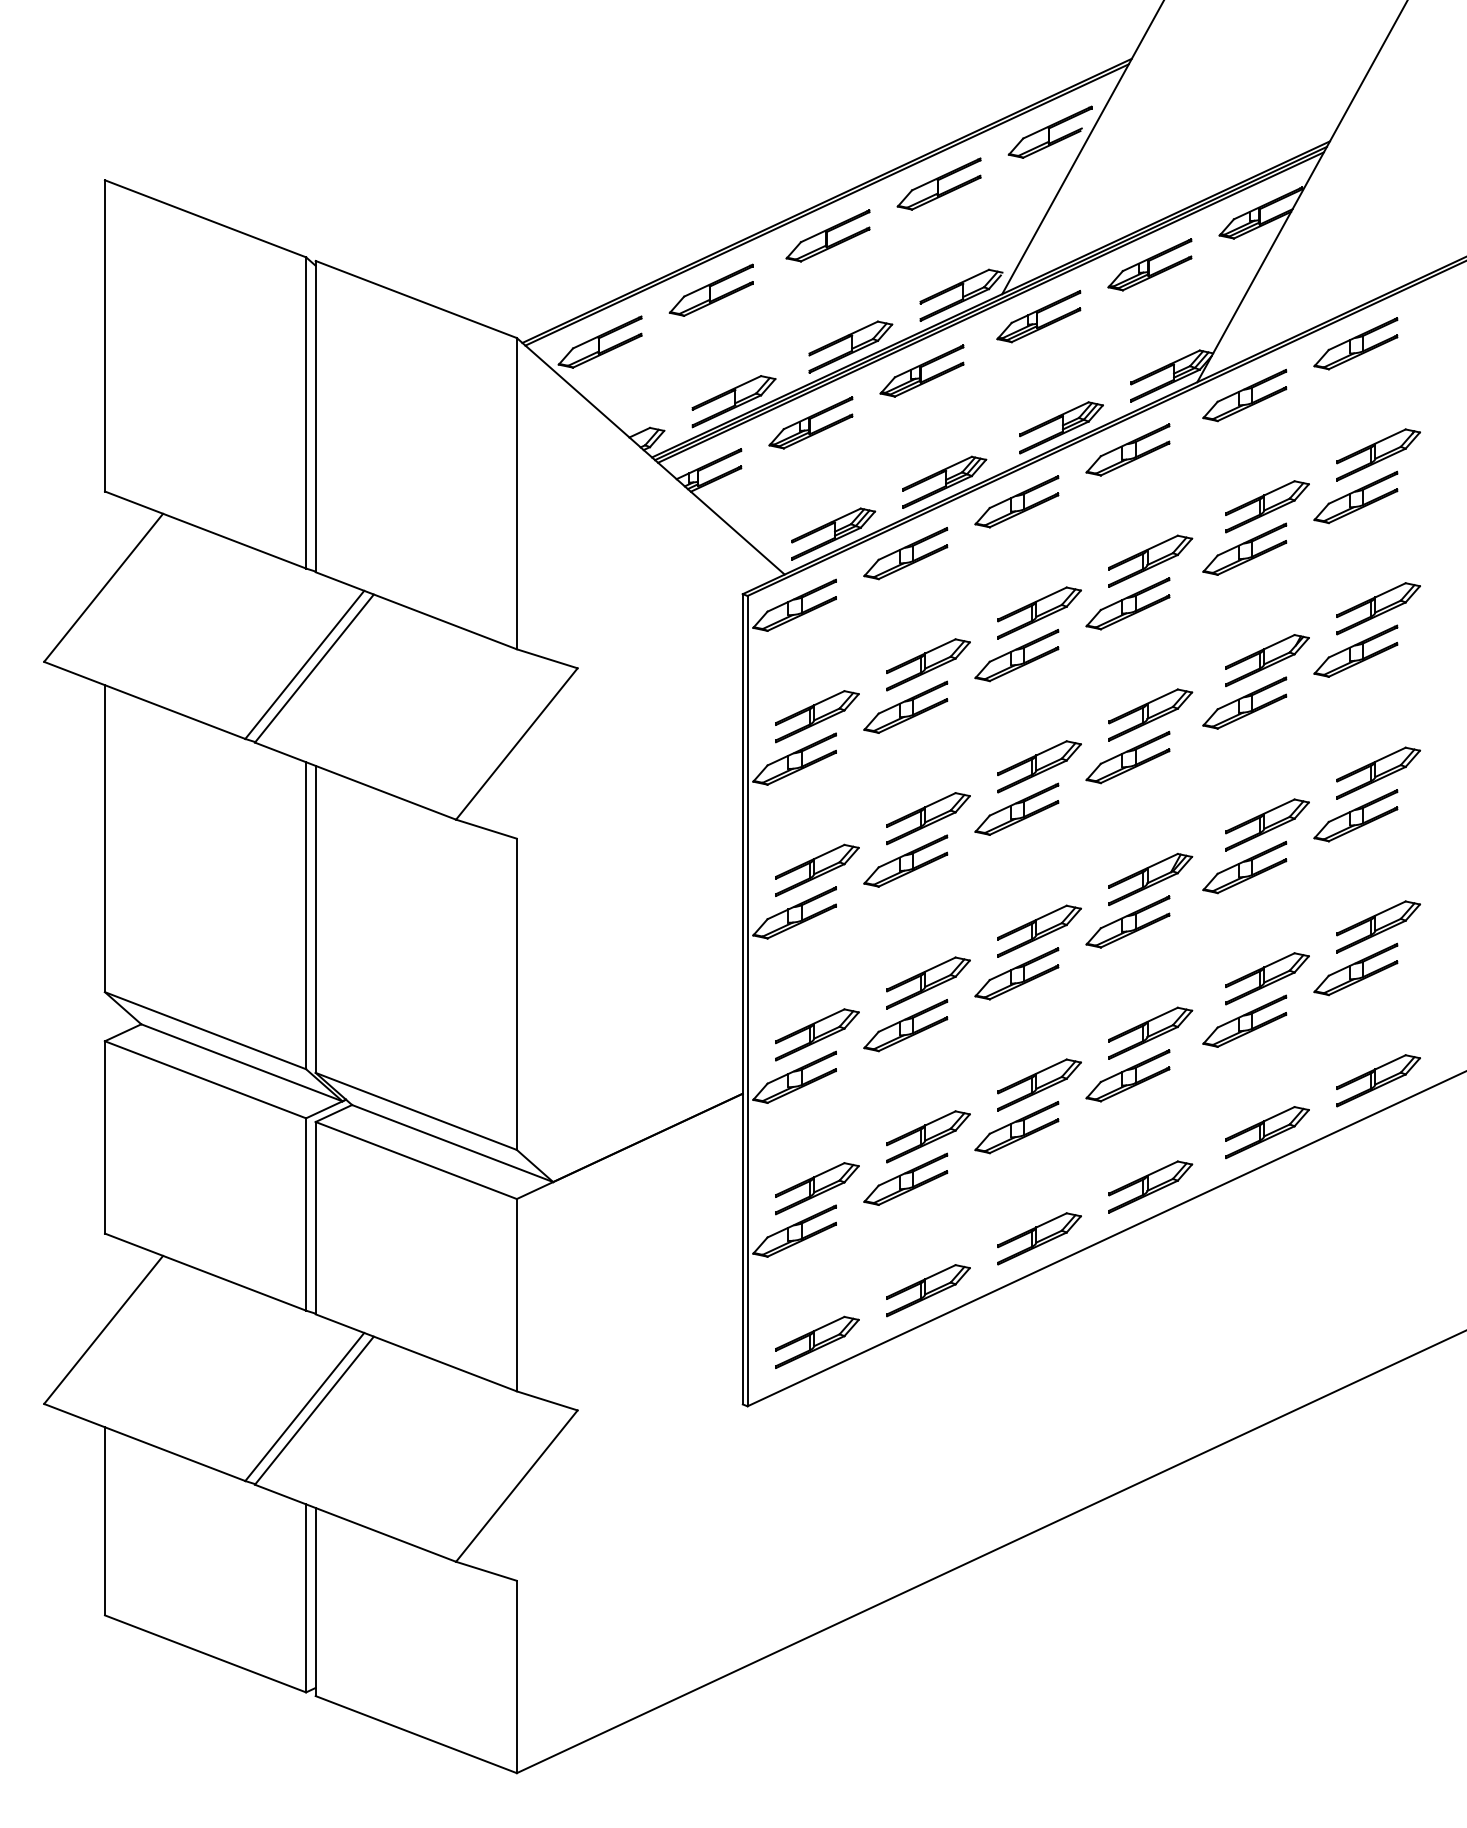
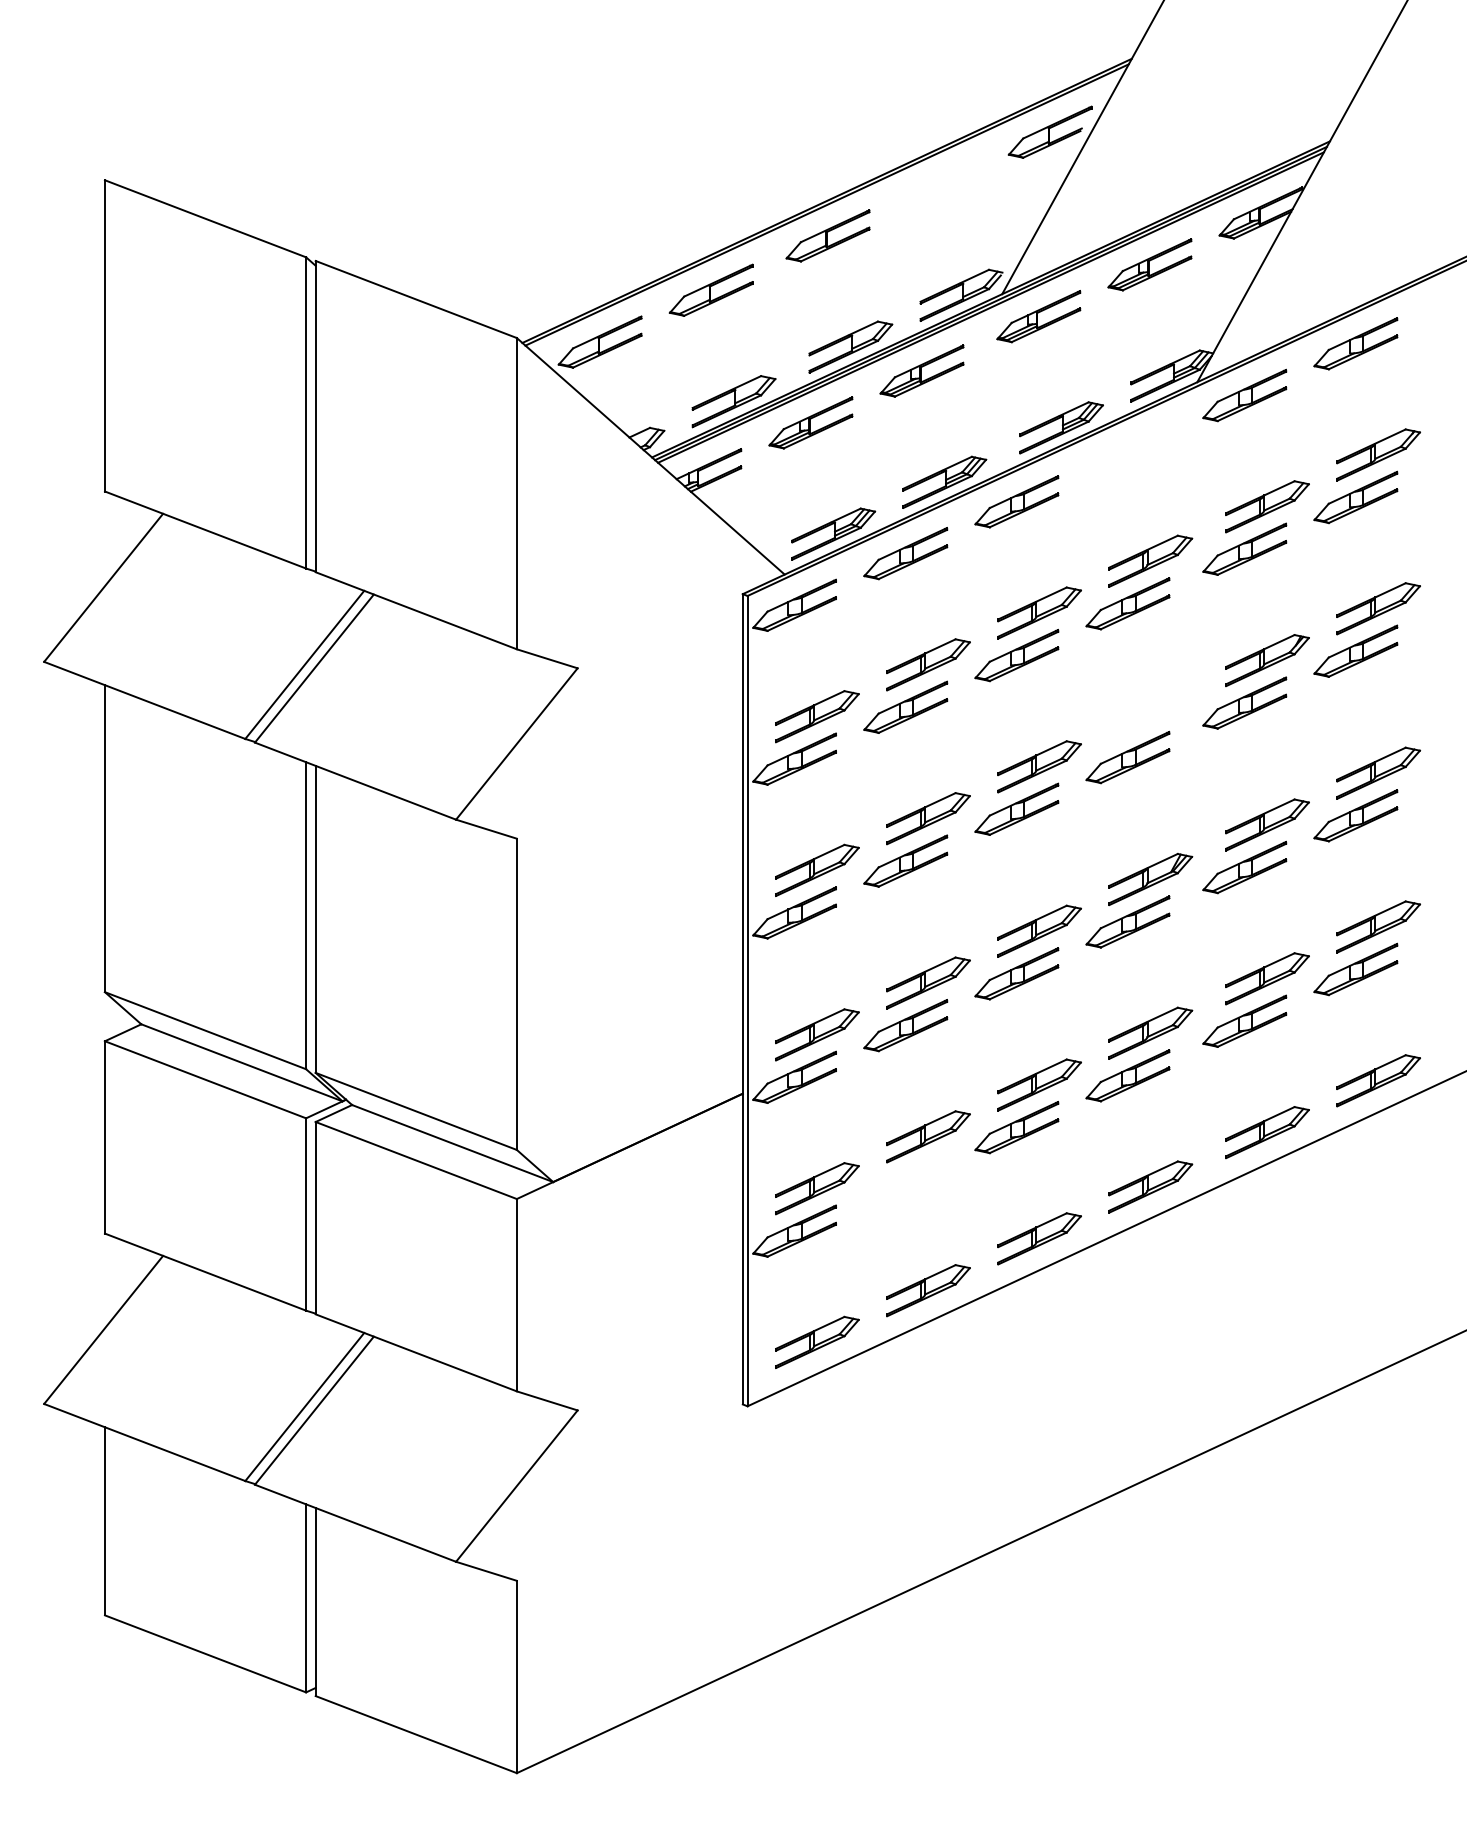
part at (938, 183): present -> none
part at (1127, 449): present -> none
part at (1150, 714): present -> none
part at (905, 1178): present -> none
